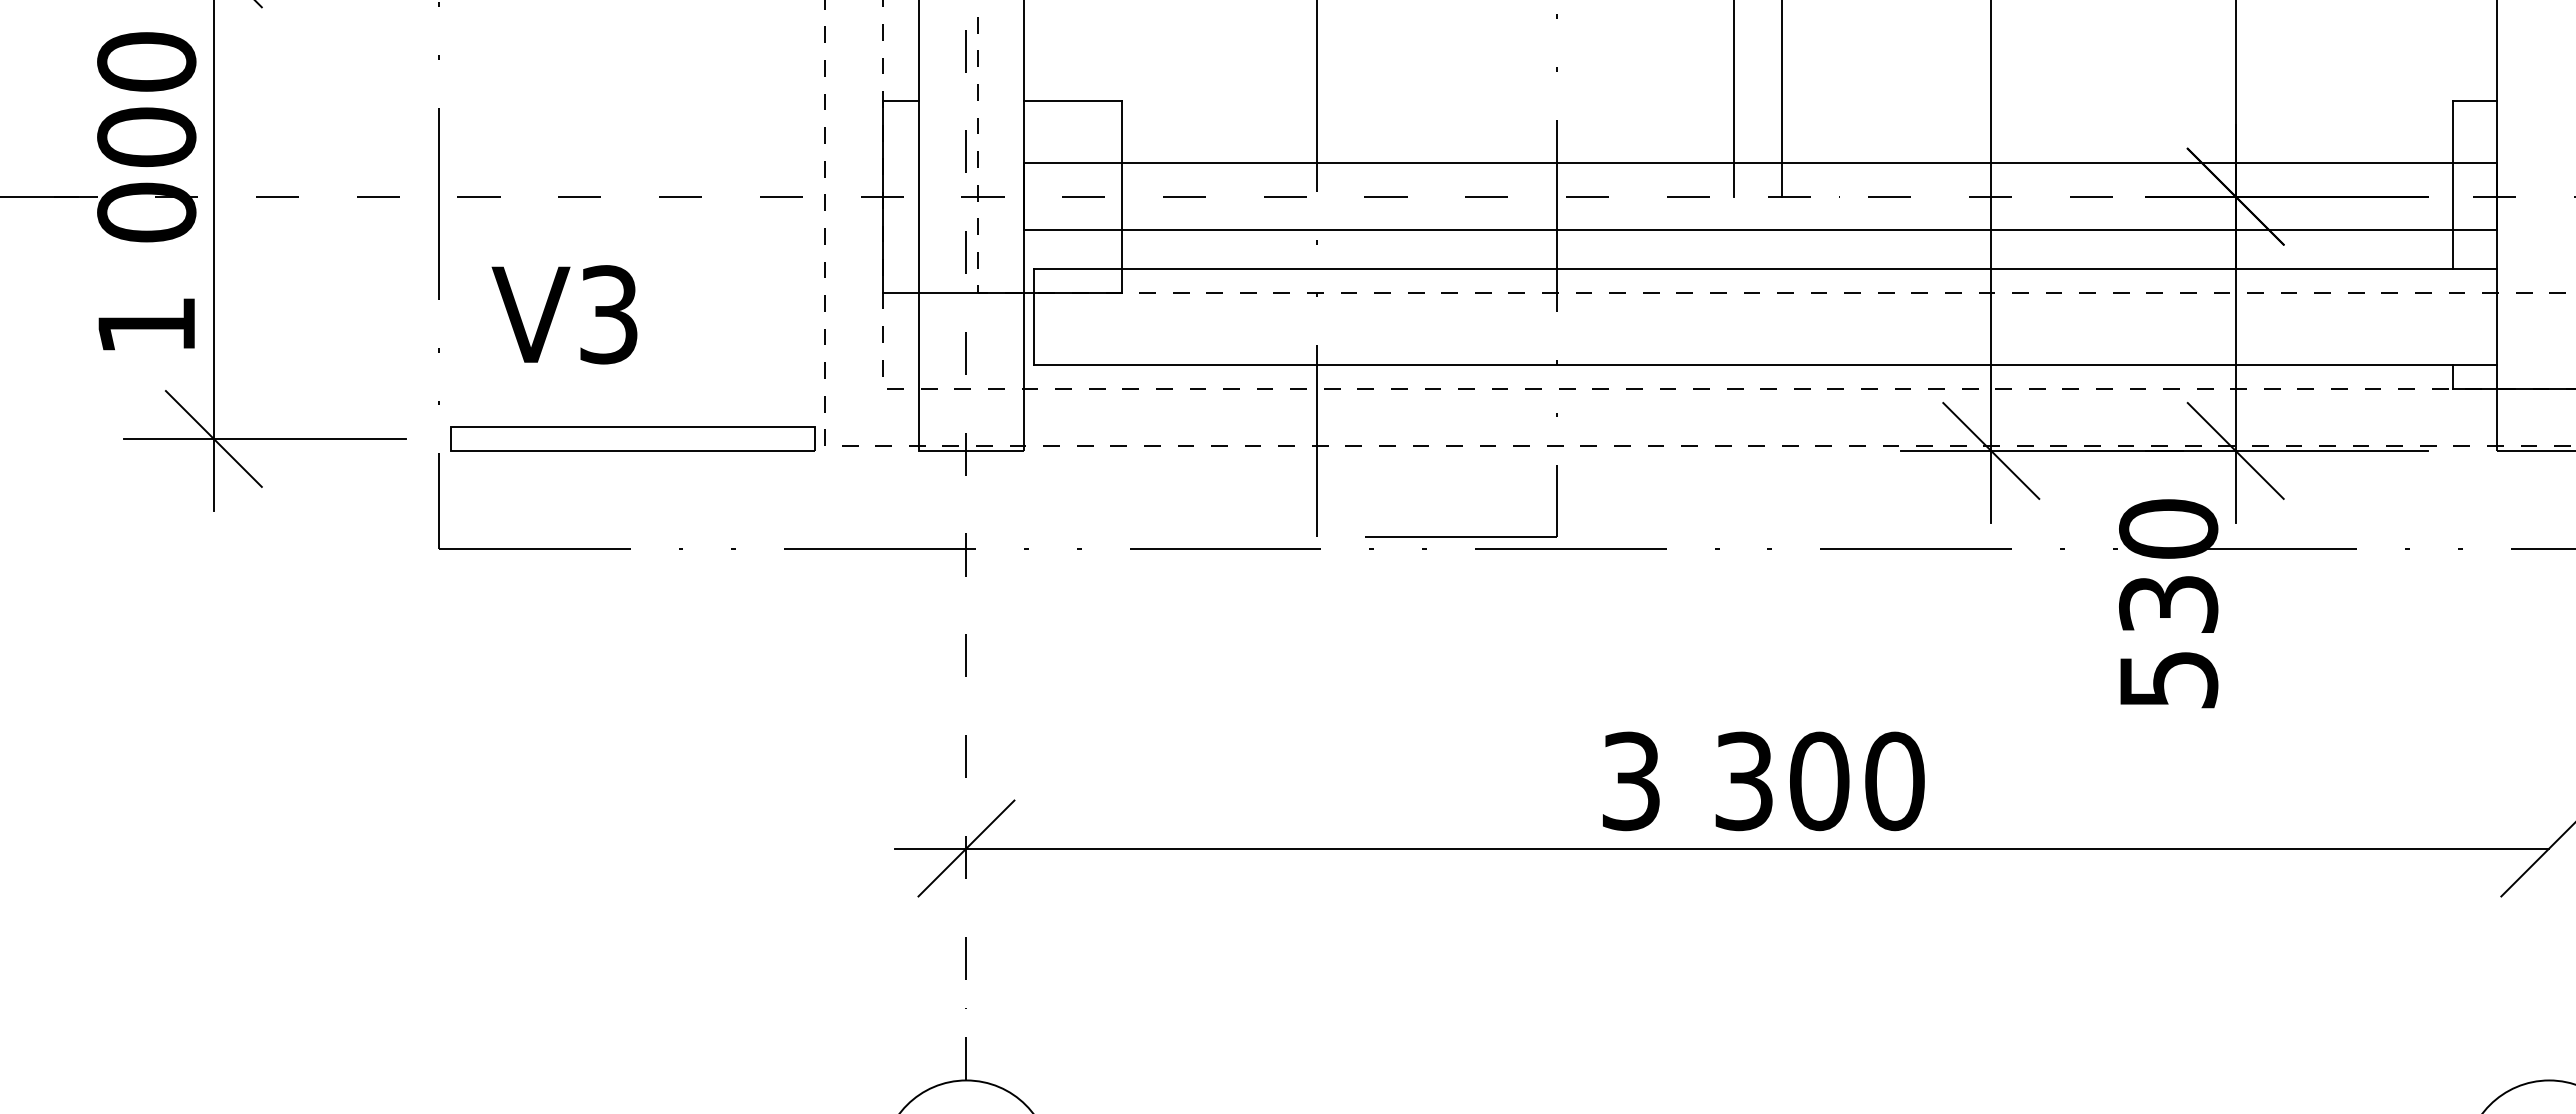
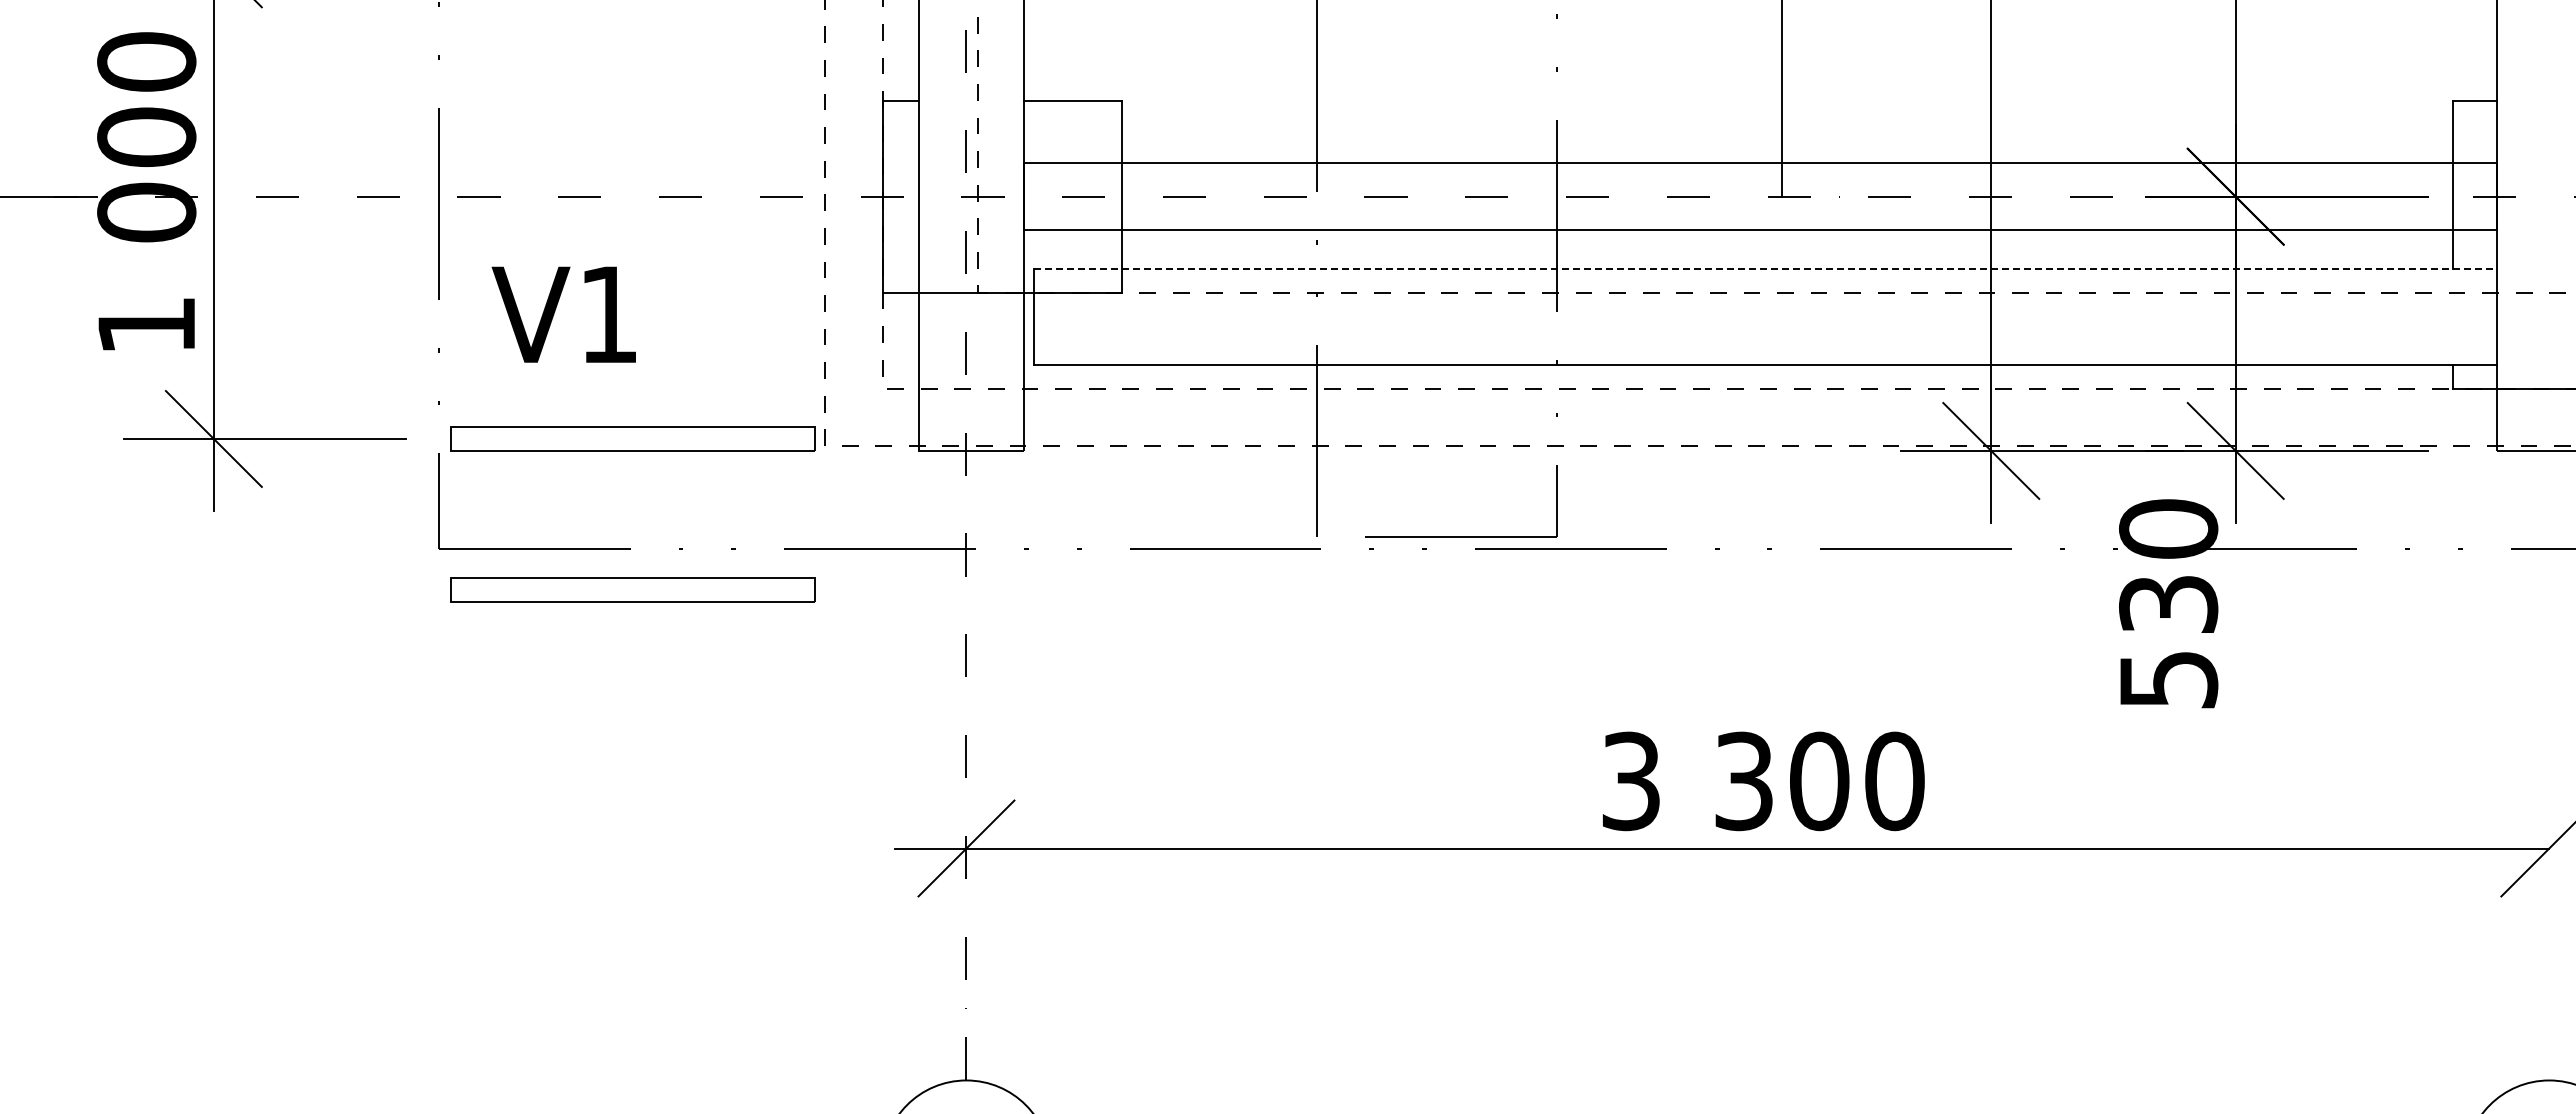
line at (1733, 99): present -> none
line at (1765, 268): solid -> dashed
text at (608, 314): V3 -> V1
part at (632, 589): none -> present
